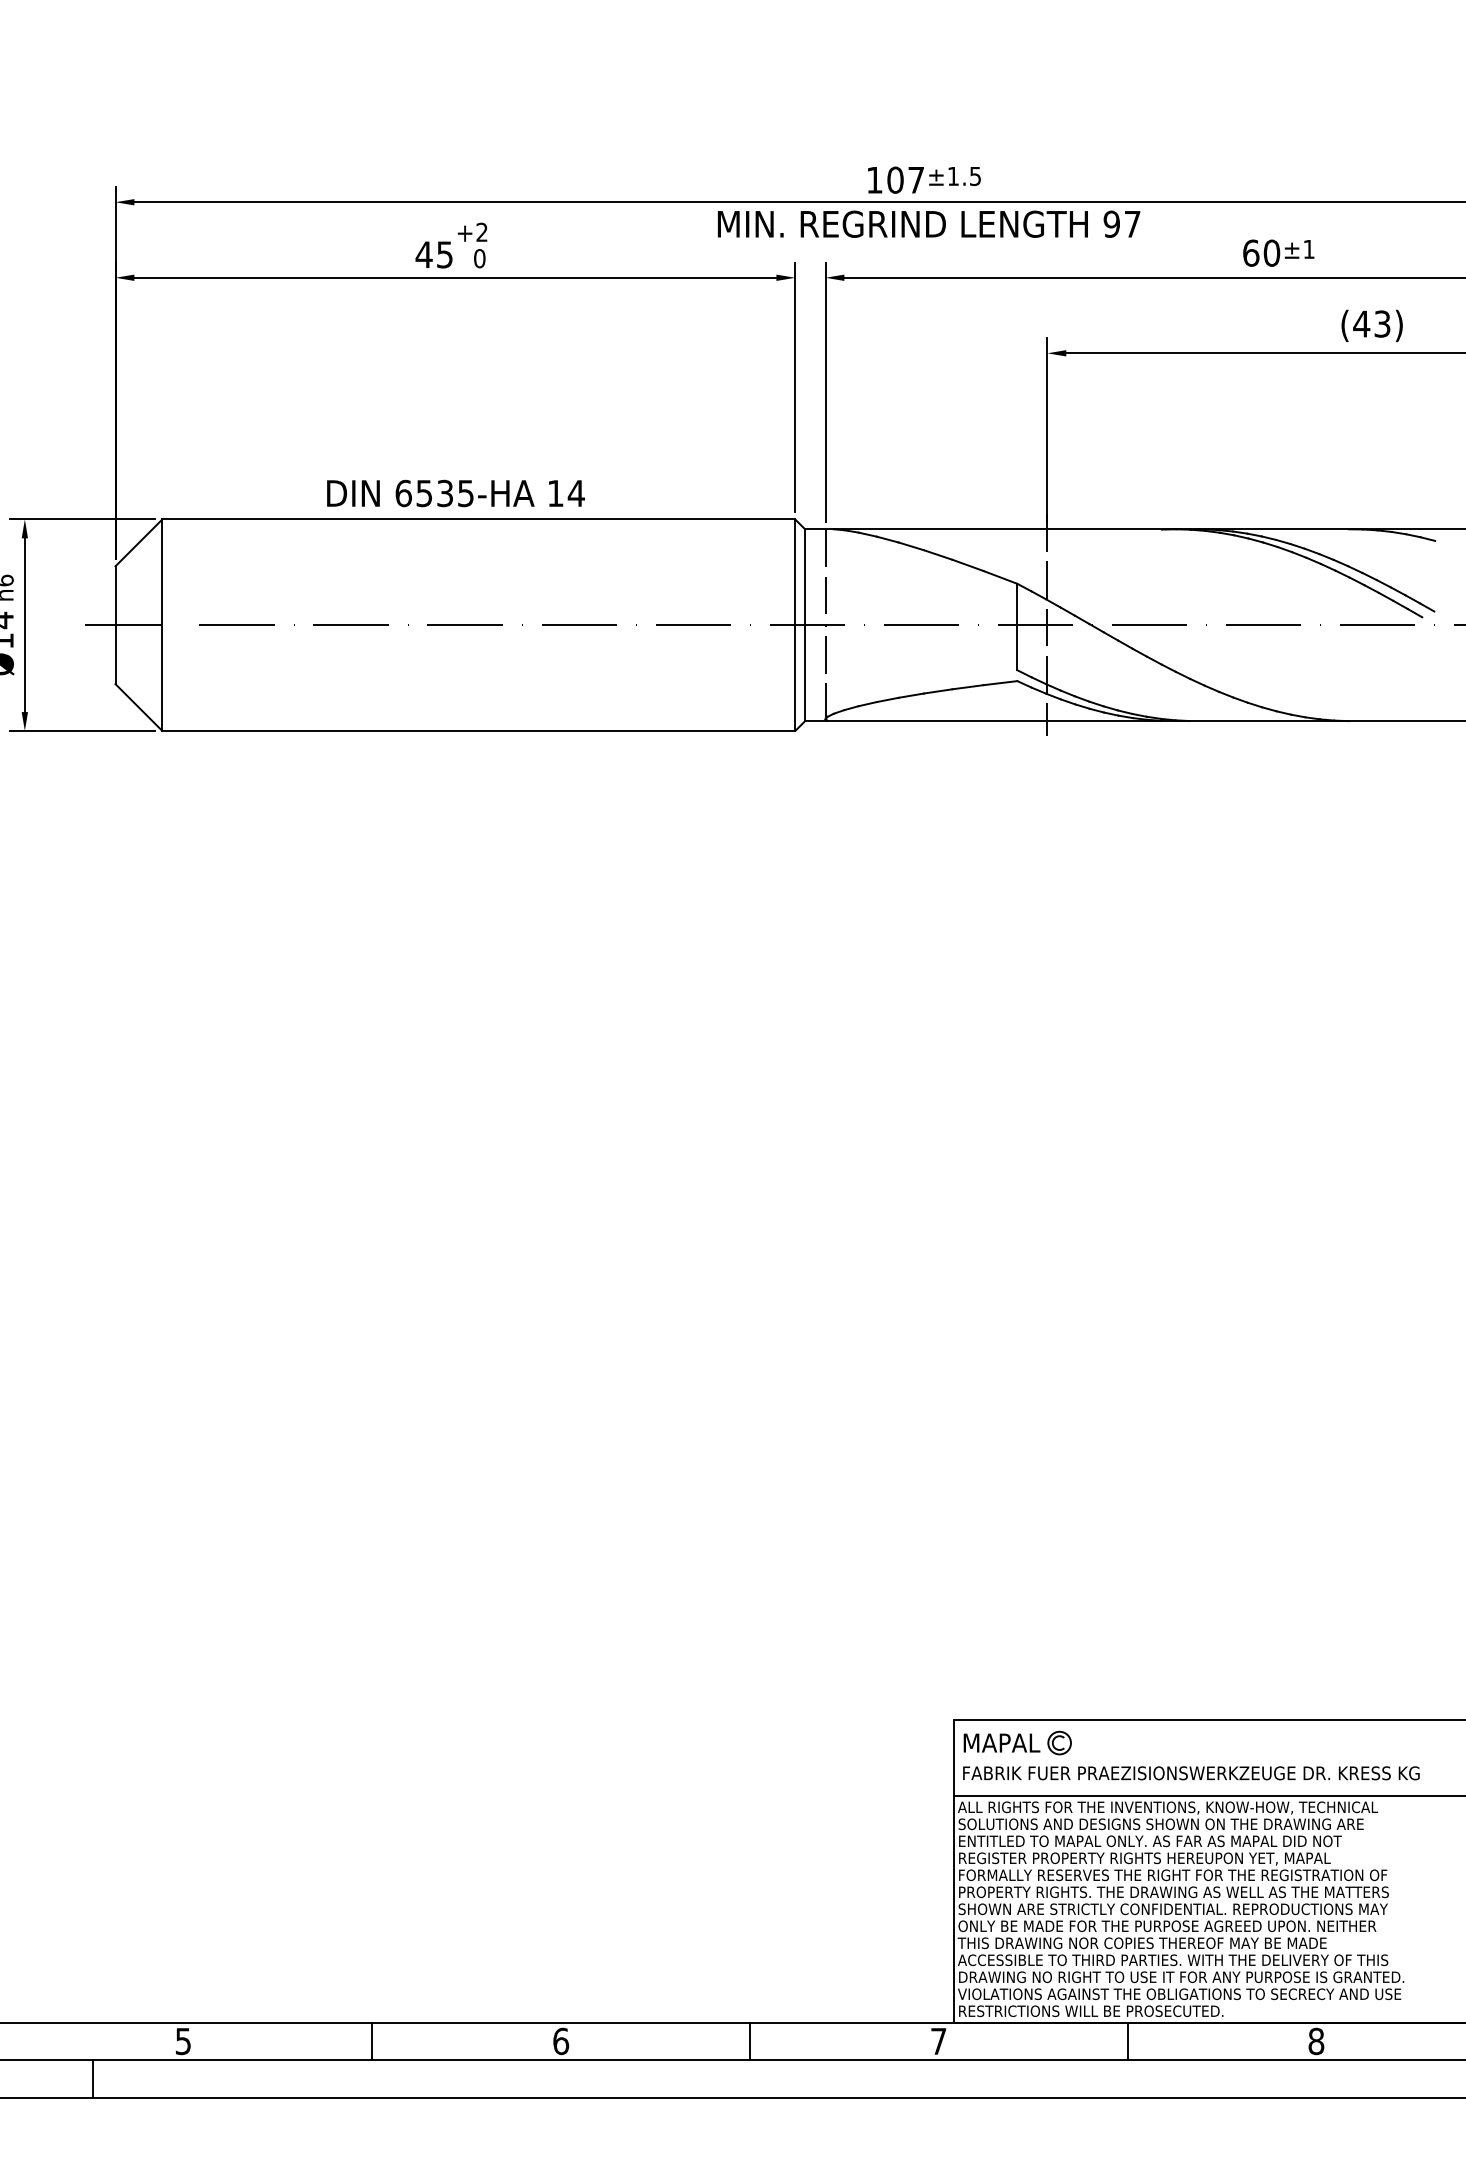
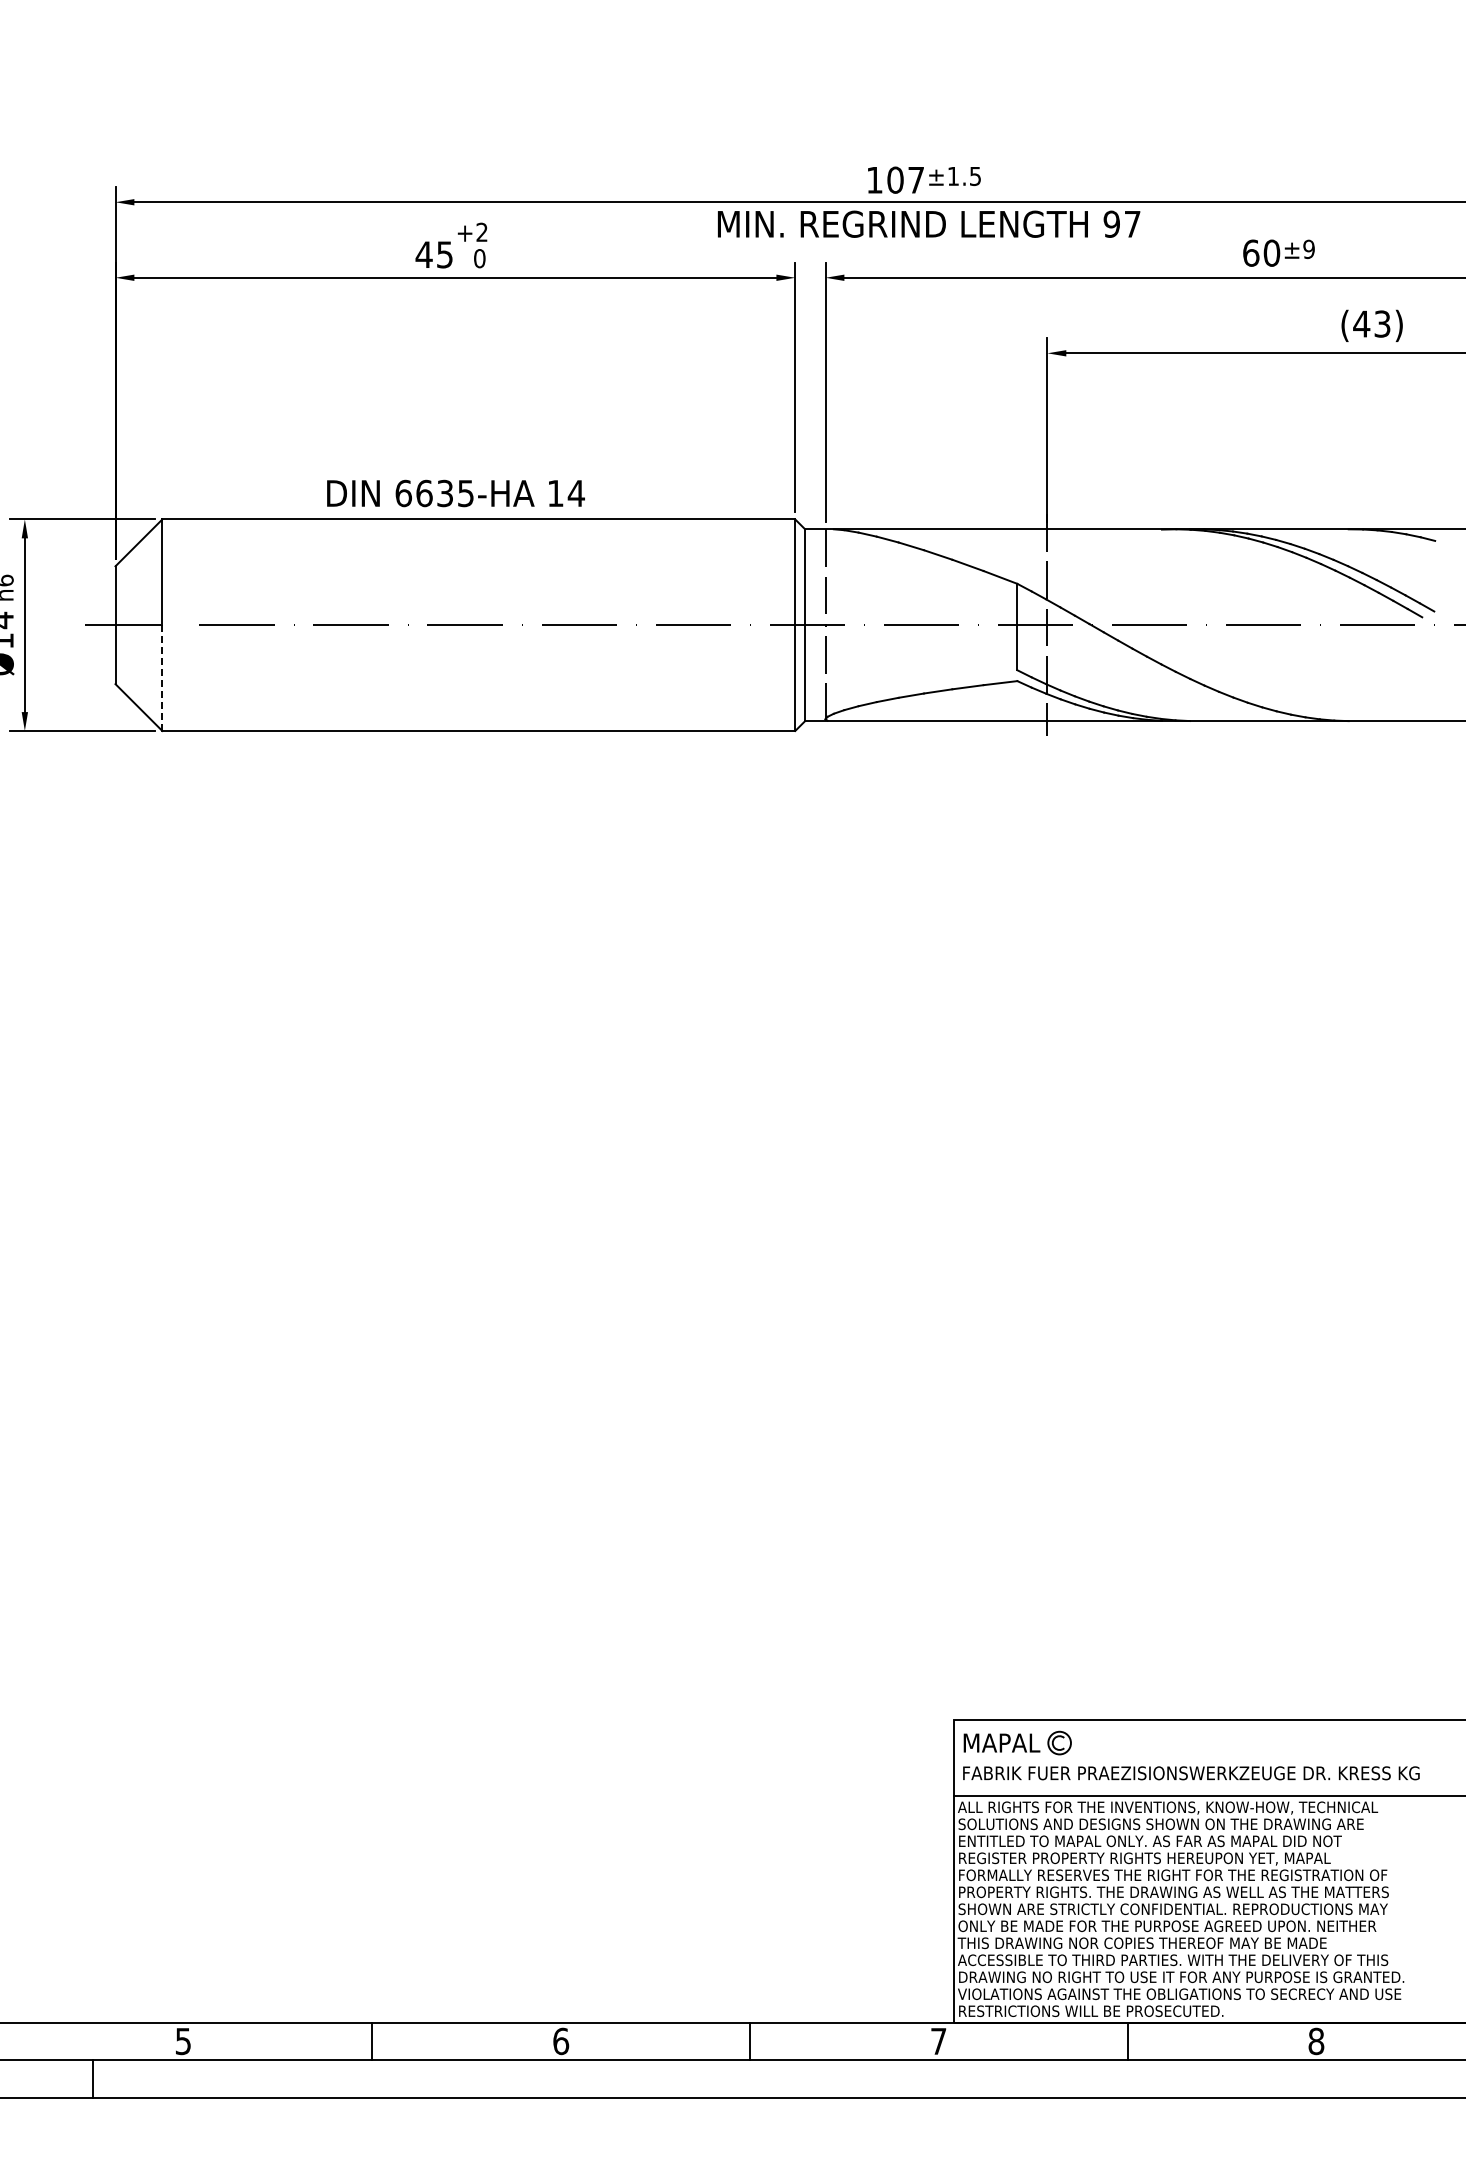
text at (1308, 249): ±1 -> ±9
text at (424, 493): 6535-HA -> 6635-HA
line at (162, 678): solid -> dashed
